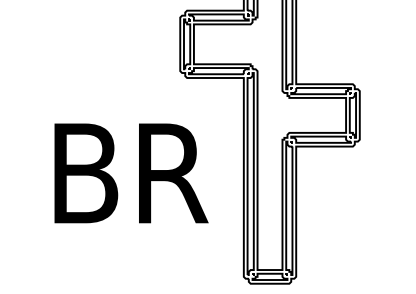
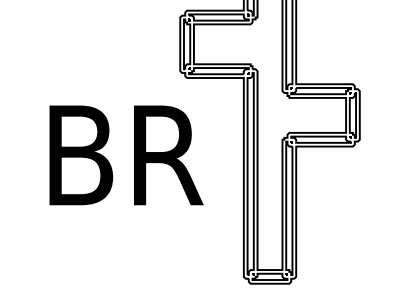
text at (131, 173) position: (131, 173) -> (126, 155)
